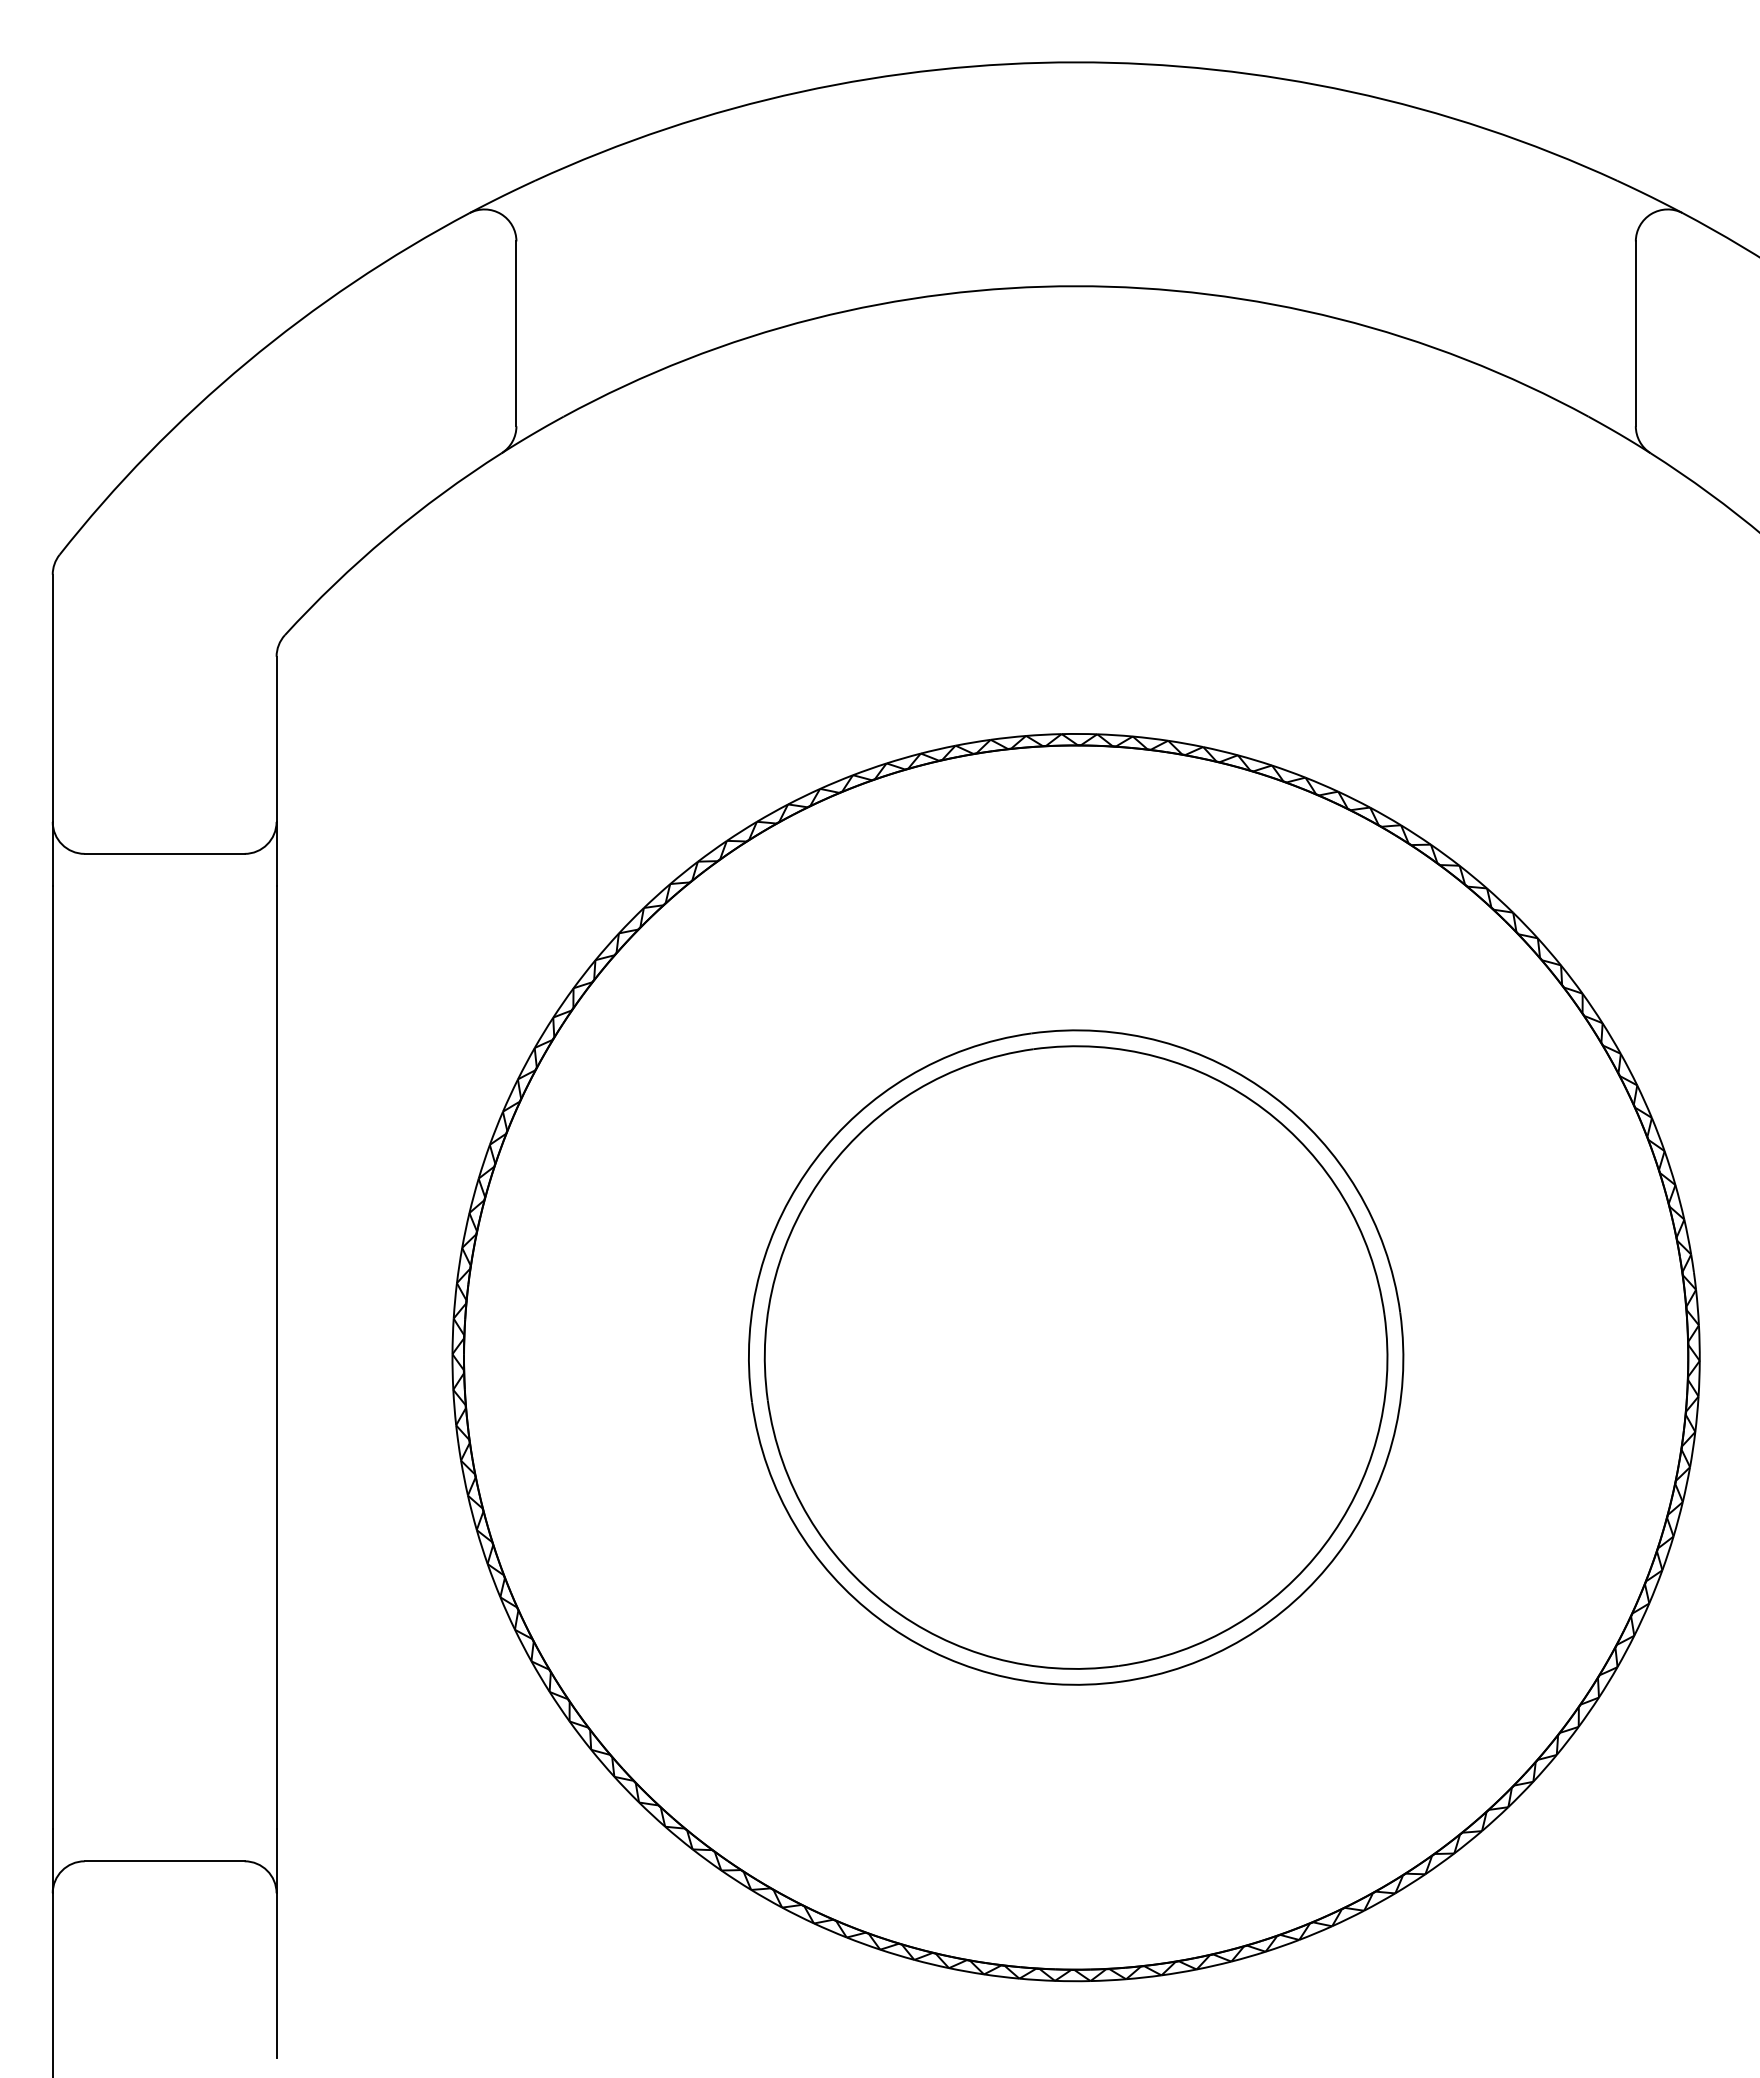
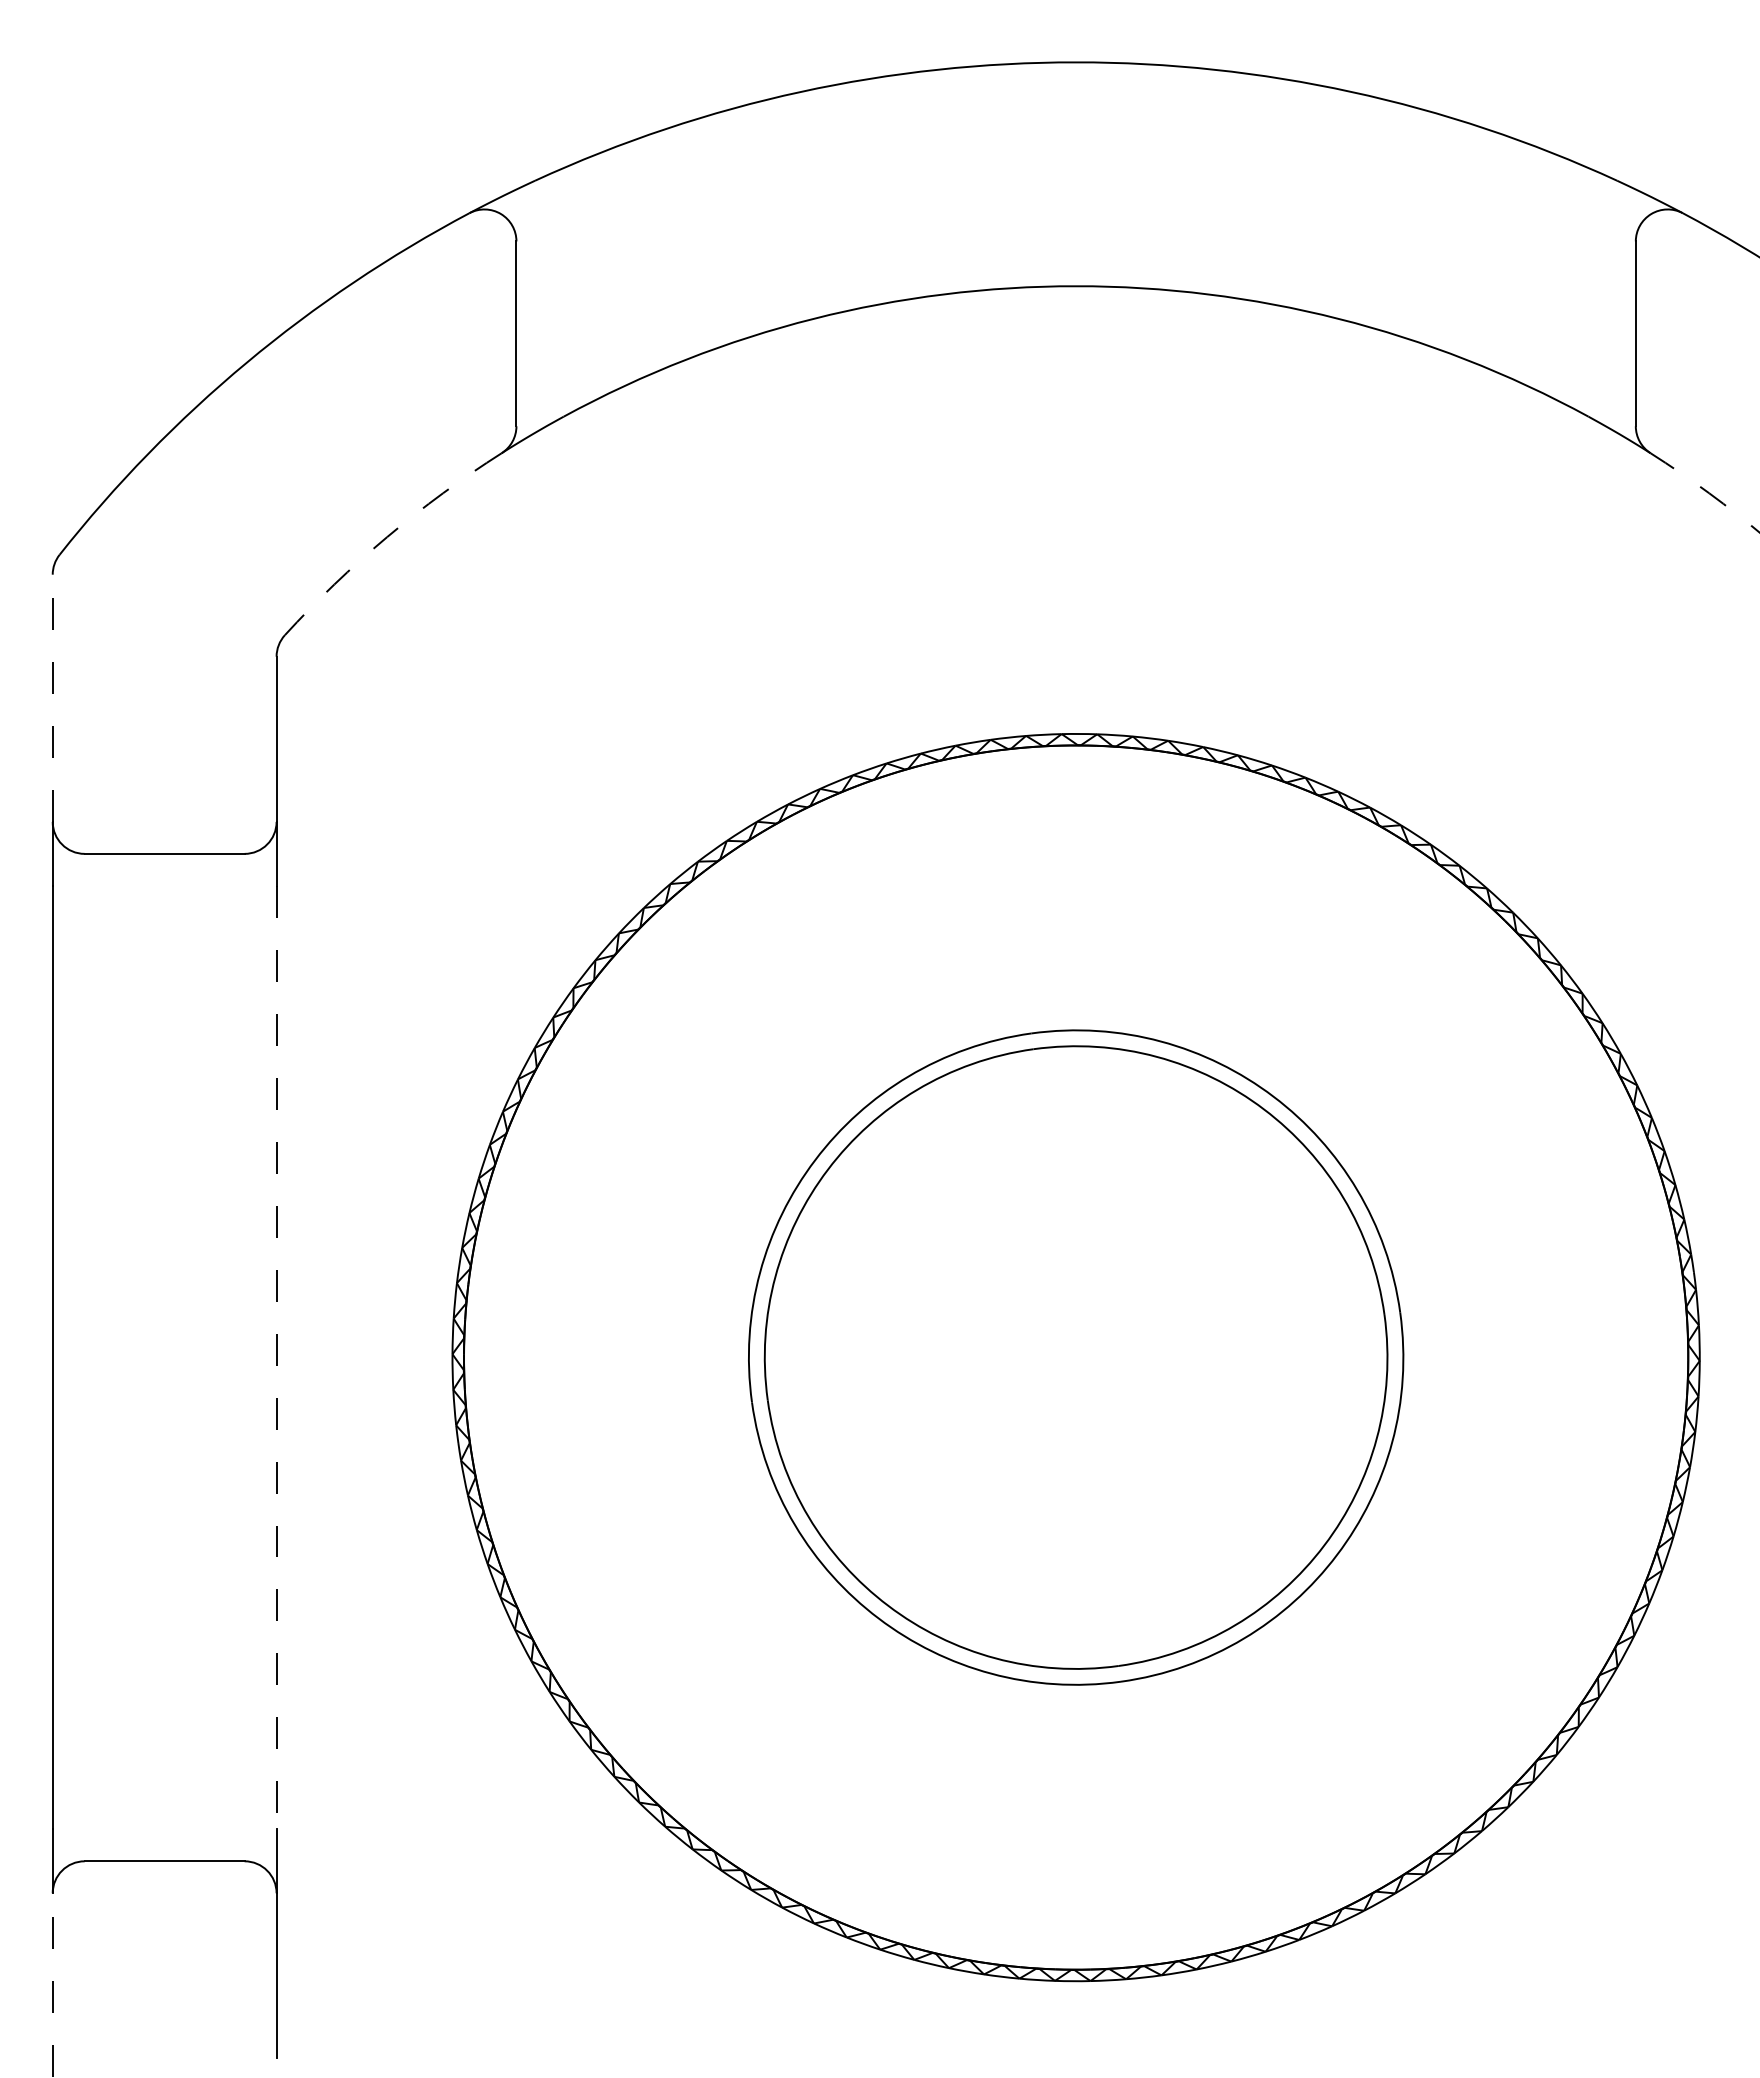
arc at (1706, 491): solid -> dashed
arc at (387, 537): solid -> dashed
line at (52, 698): solid -> dashed
line at (276, 1357): solid -> dashed
line at (52, 1984): solid -> dashed
